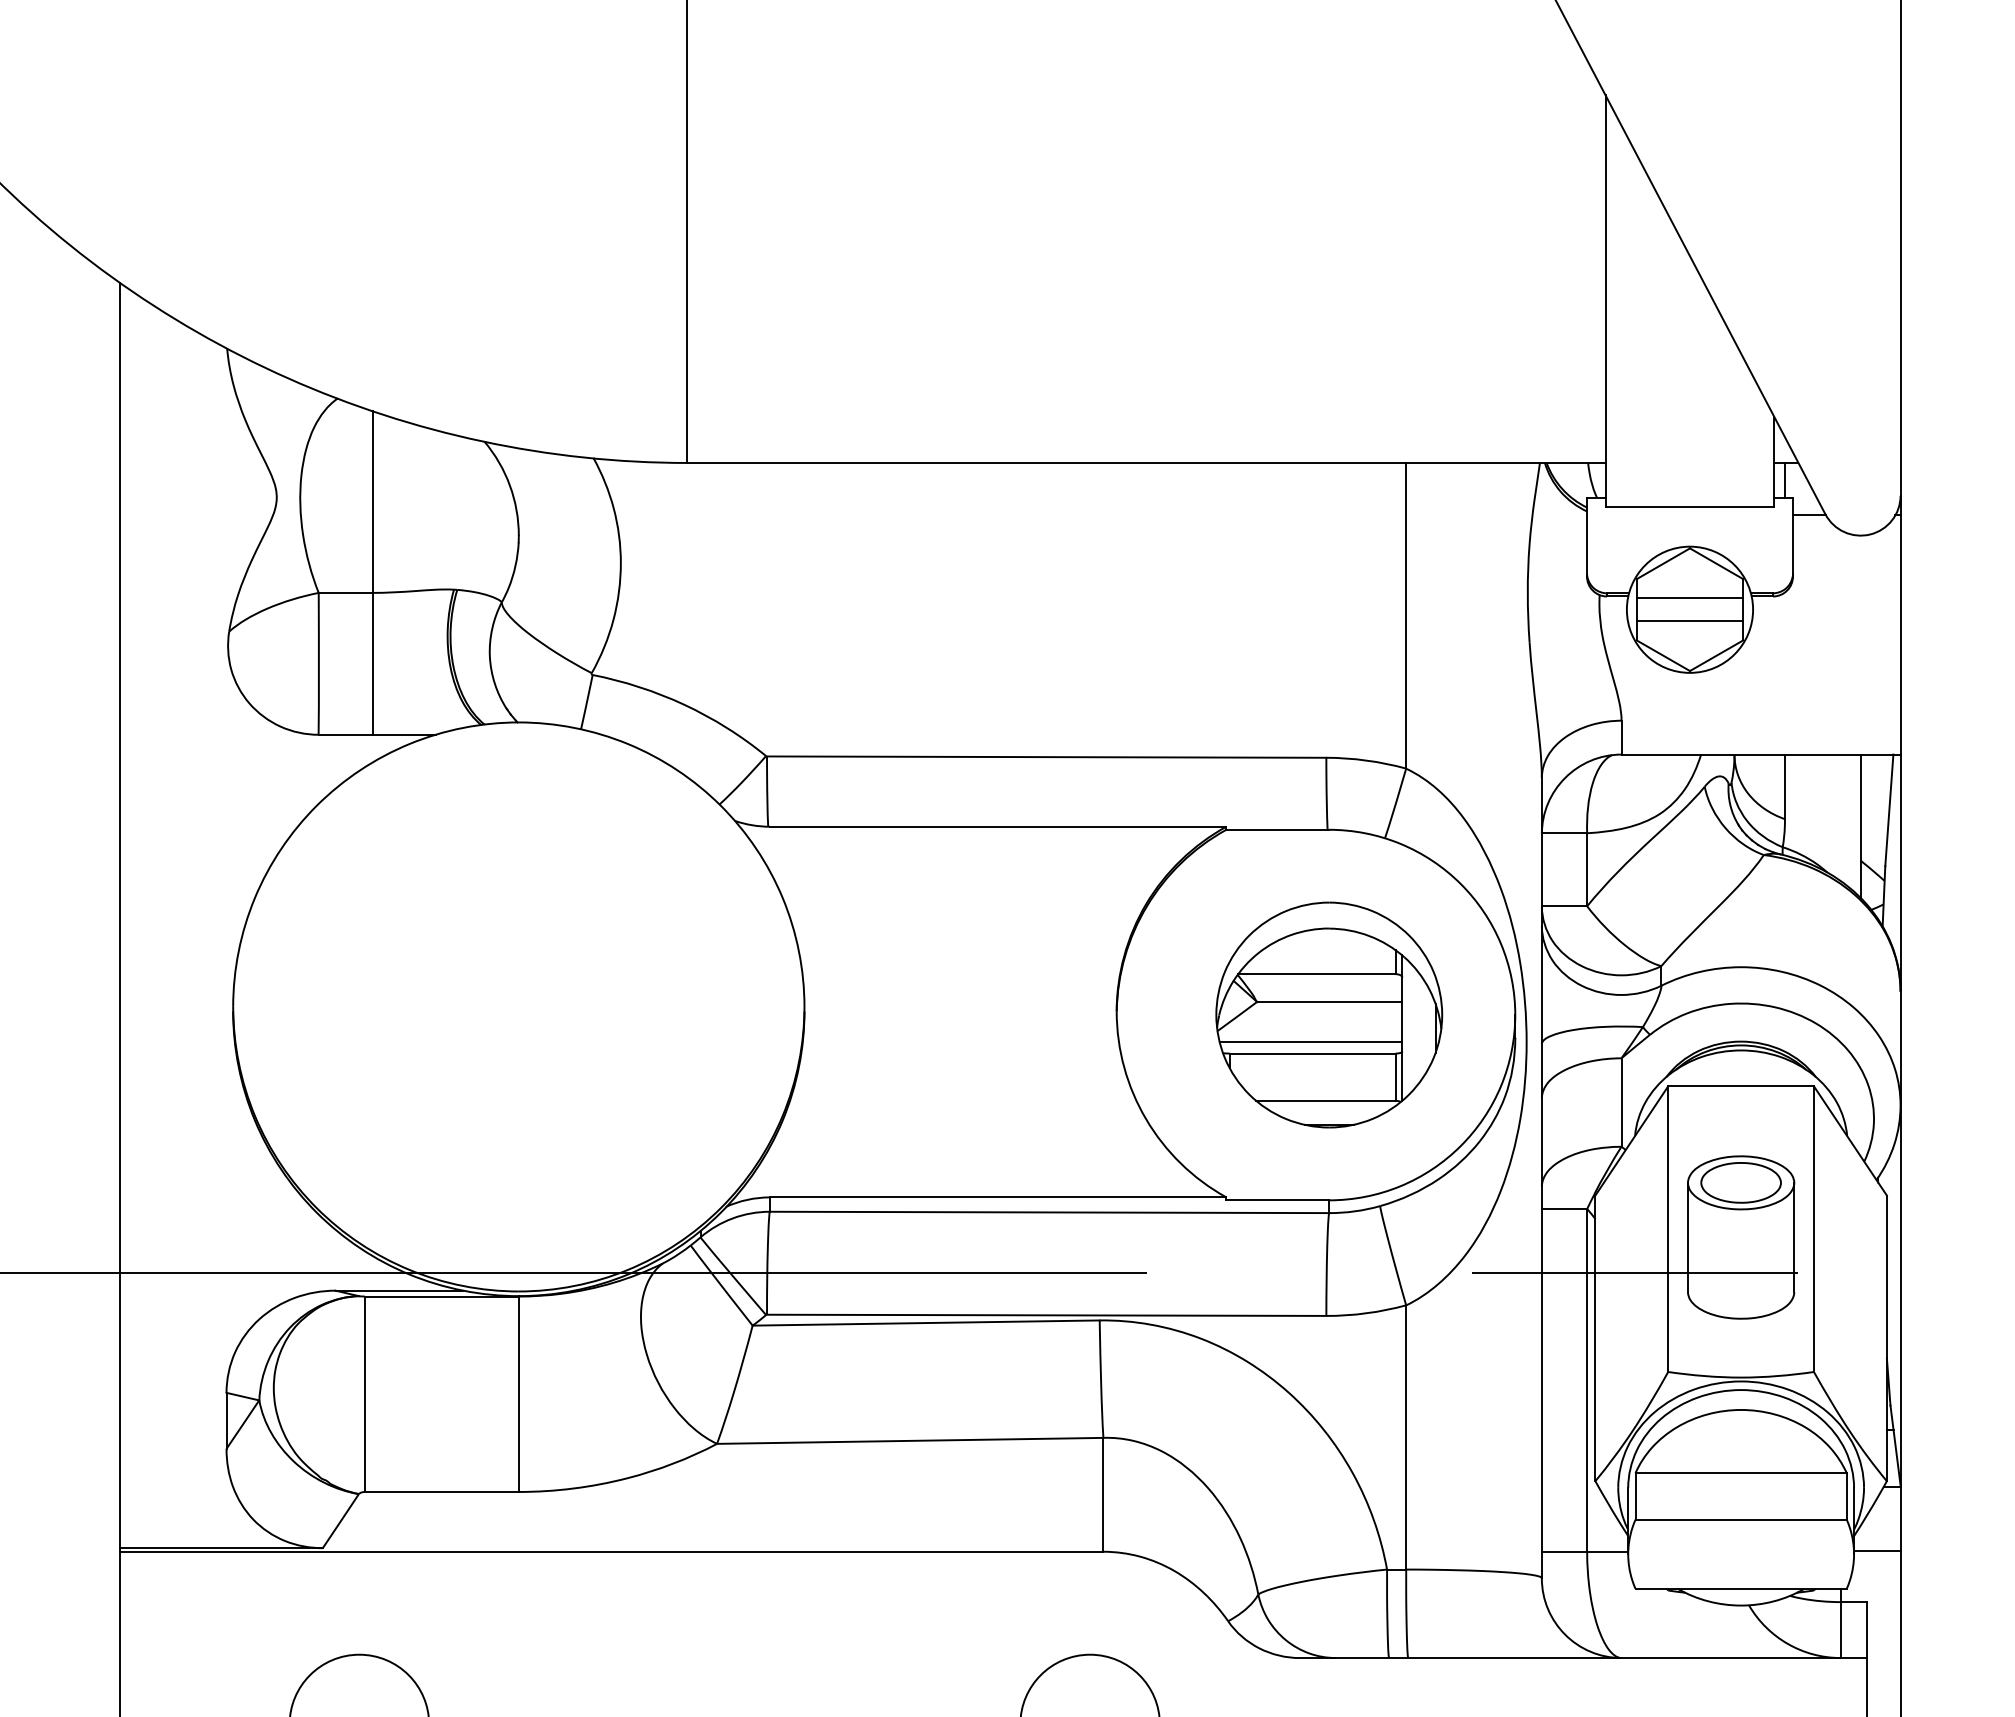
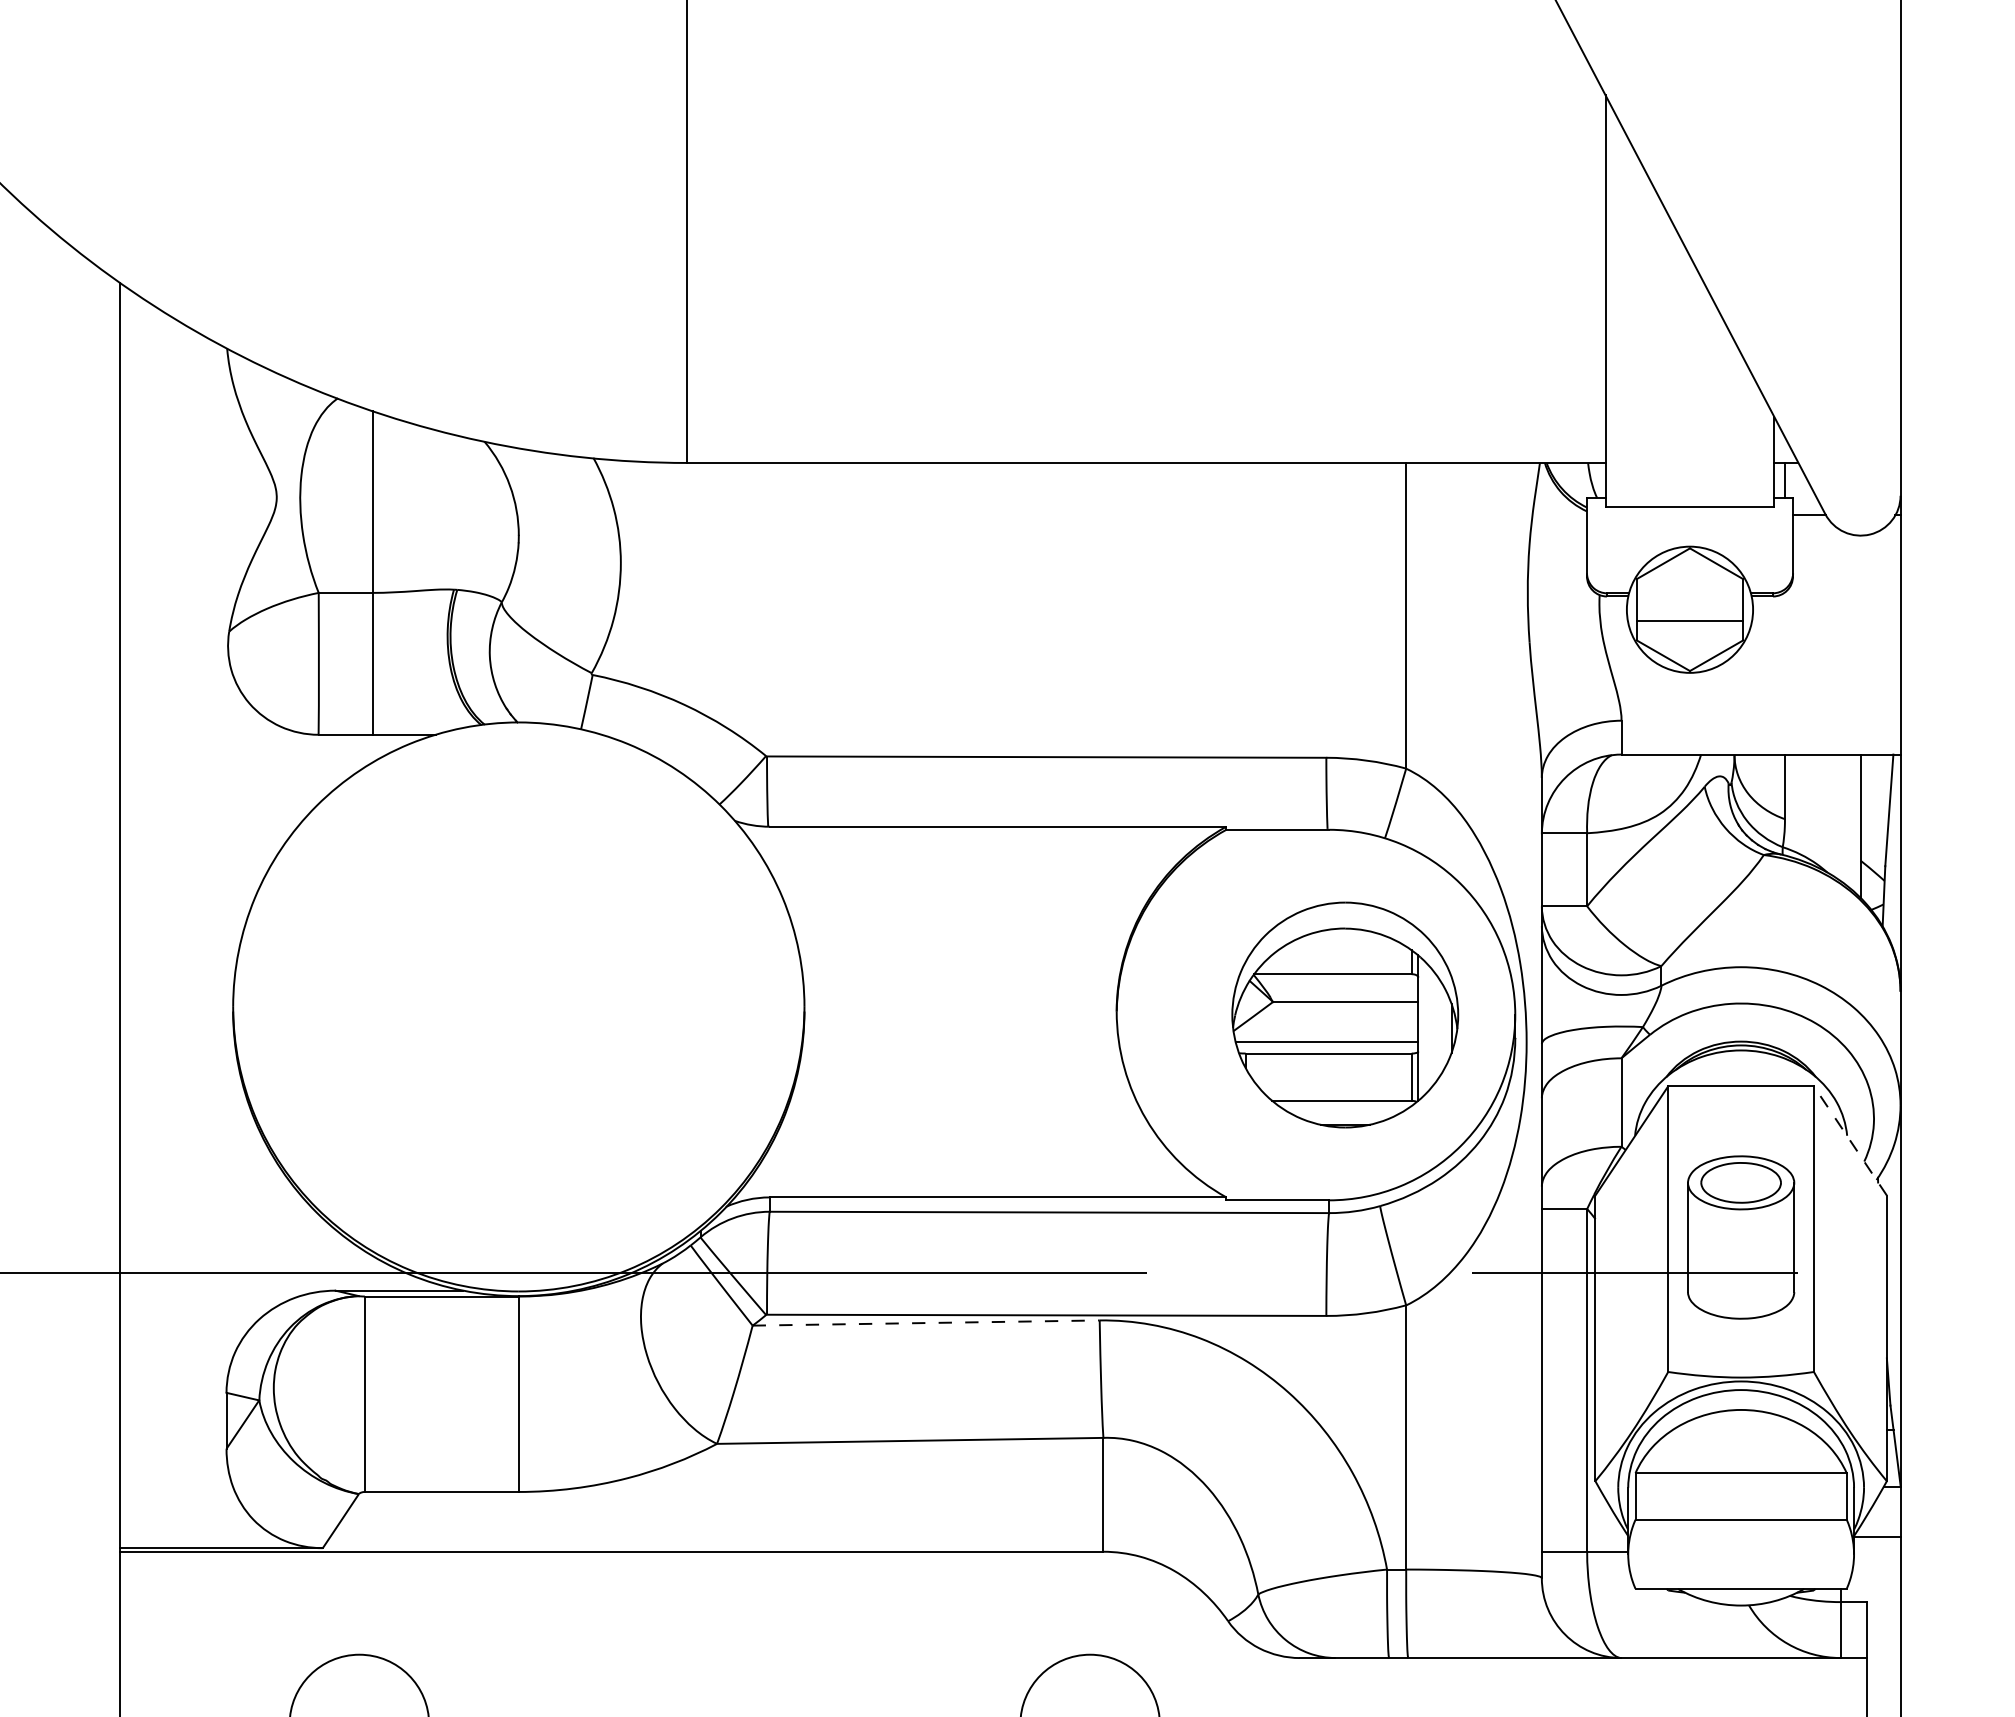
line at (1689, 598): present -> none
part at (1329, 1014) position: (1329, 1014) -> (1345, 1014)
line at (1850, 1140): solid -> dashed
line at (926, 1323): solid -> dashed
line at (1877, 1550) position: (1877, 1550) -> (1877, 1536)
